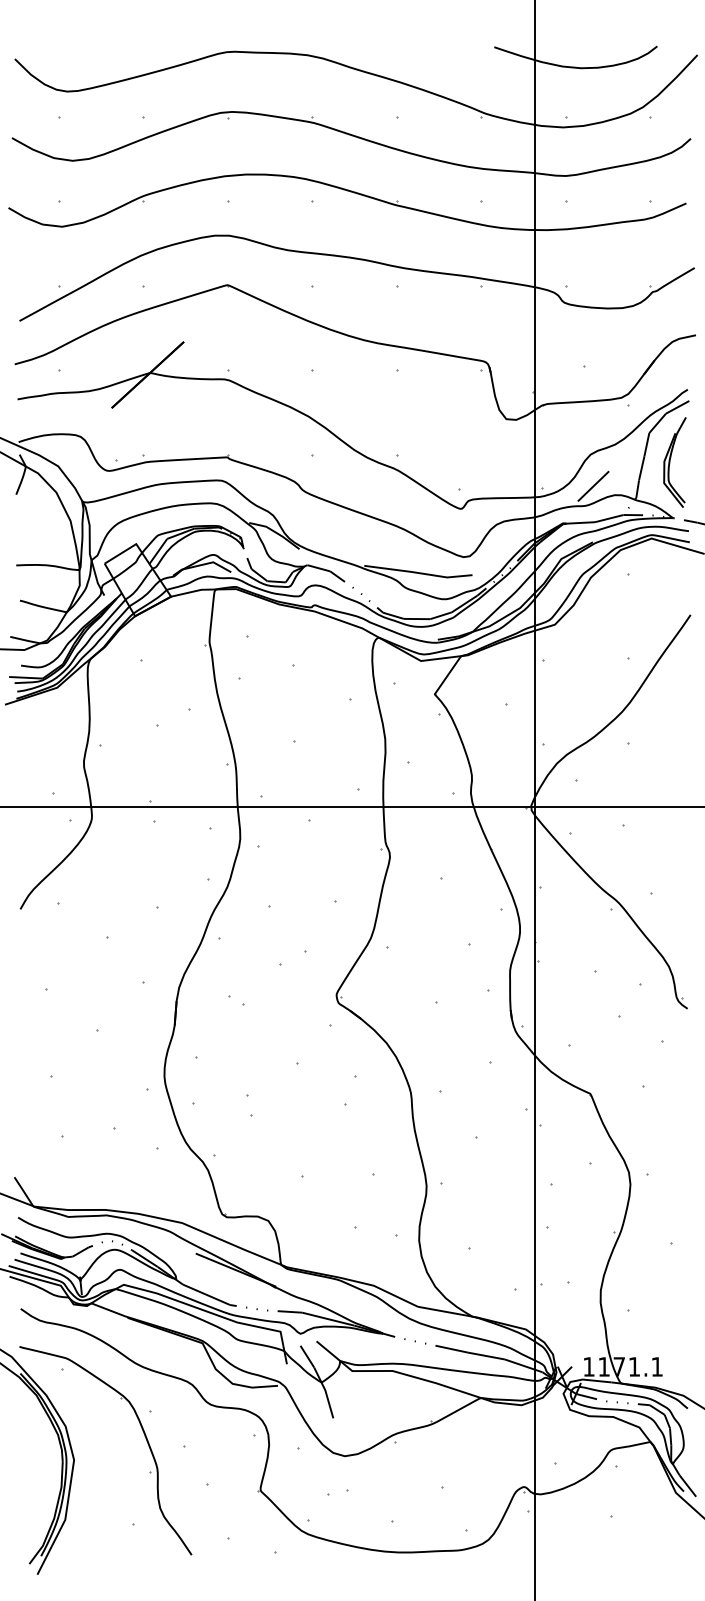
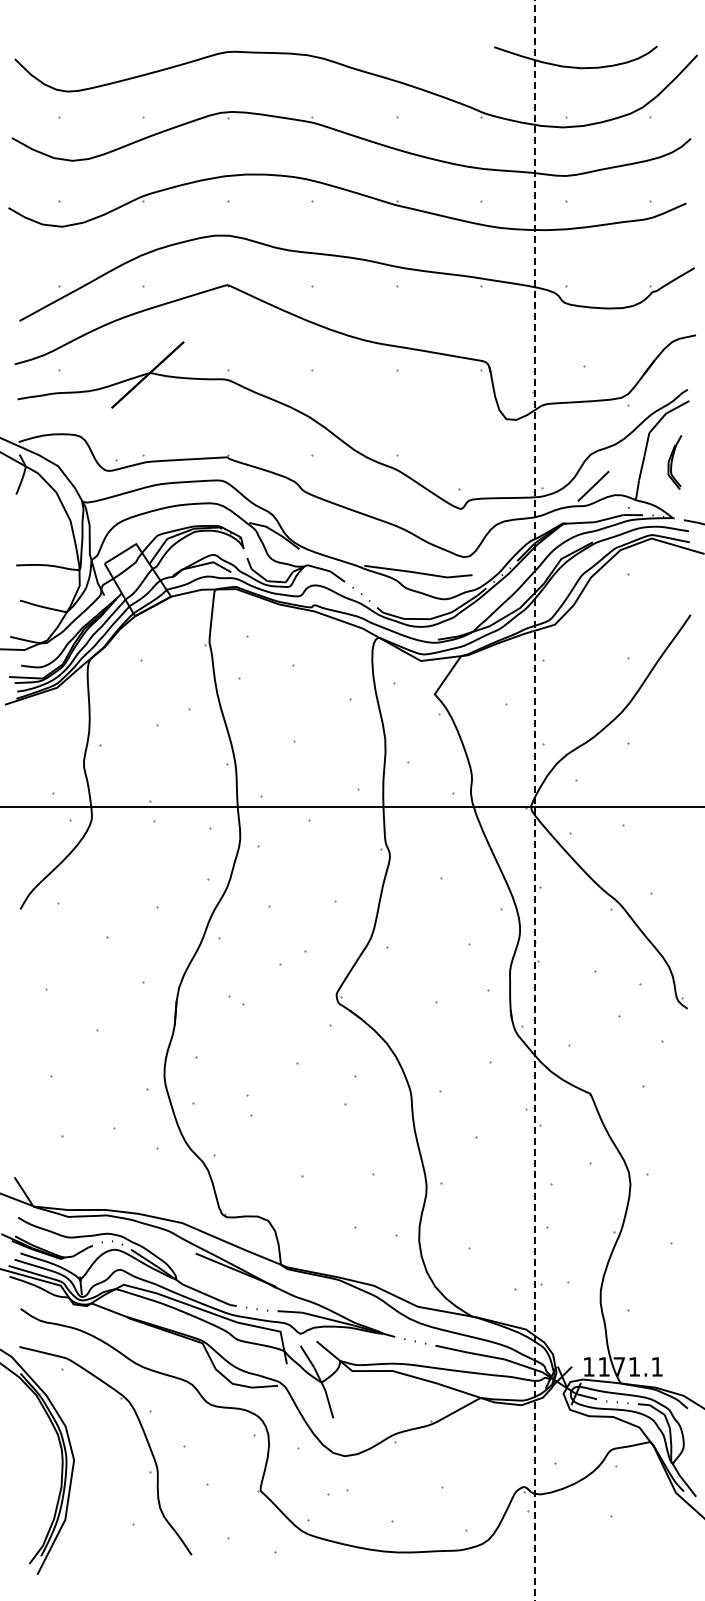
part at (674, 462) size: 24x91 px -> 16x55 px
line at (535, 799): solid -> dashed
